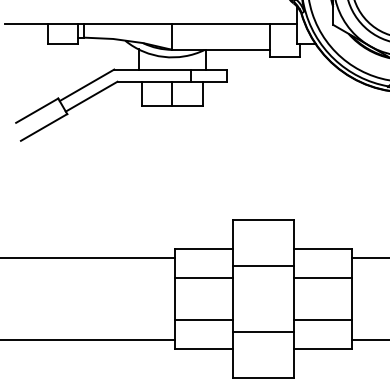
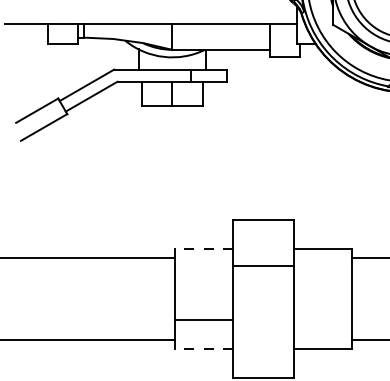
line at (204, 249): solid -> dashed
line at (204, 278): present -> none
line at (322, 278): present -> none
line at (322, 320): present -> none
line at (263, 332): present -> none
line at (204, 349): solid -> dashed
